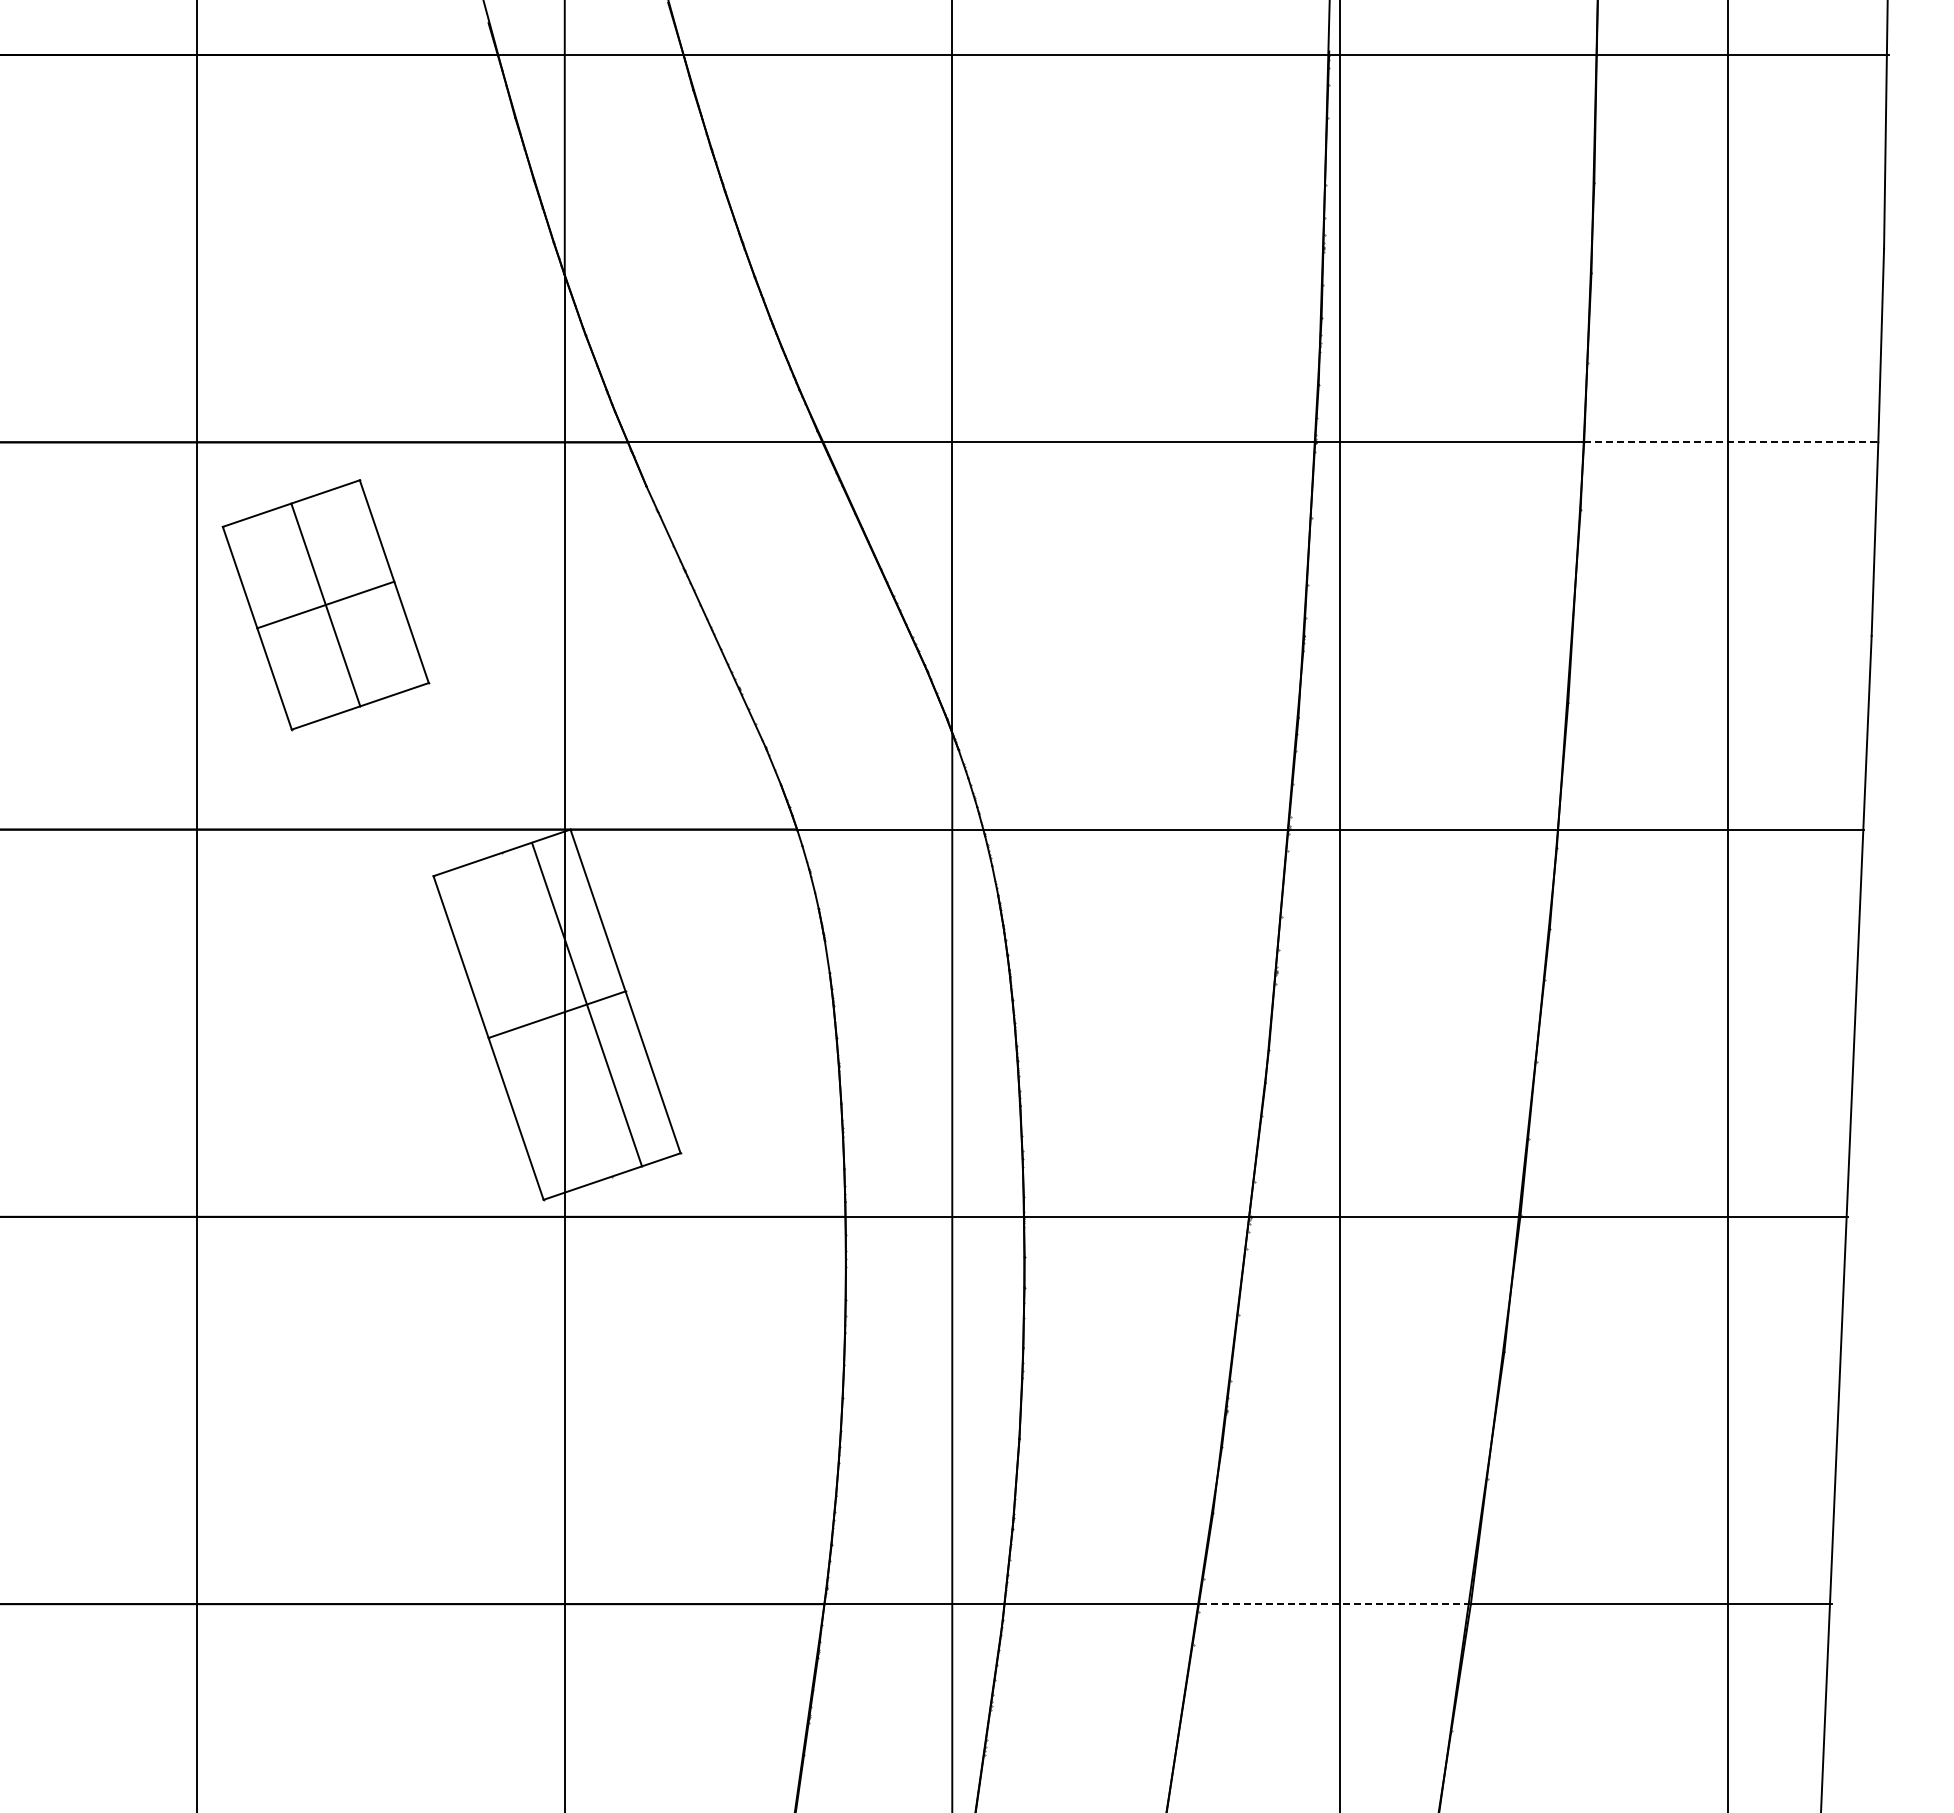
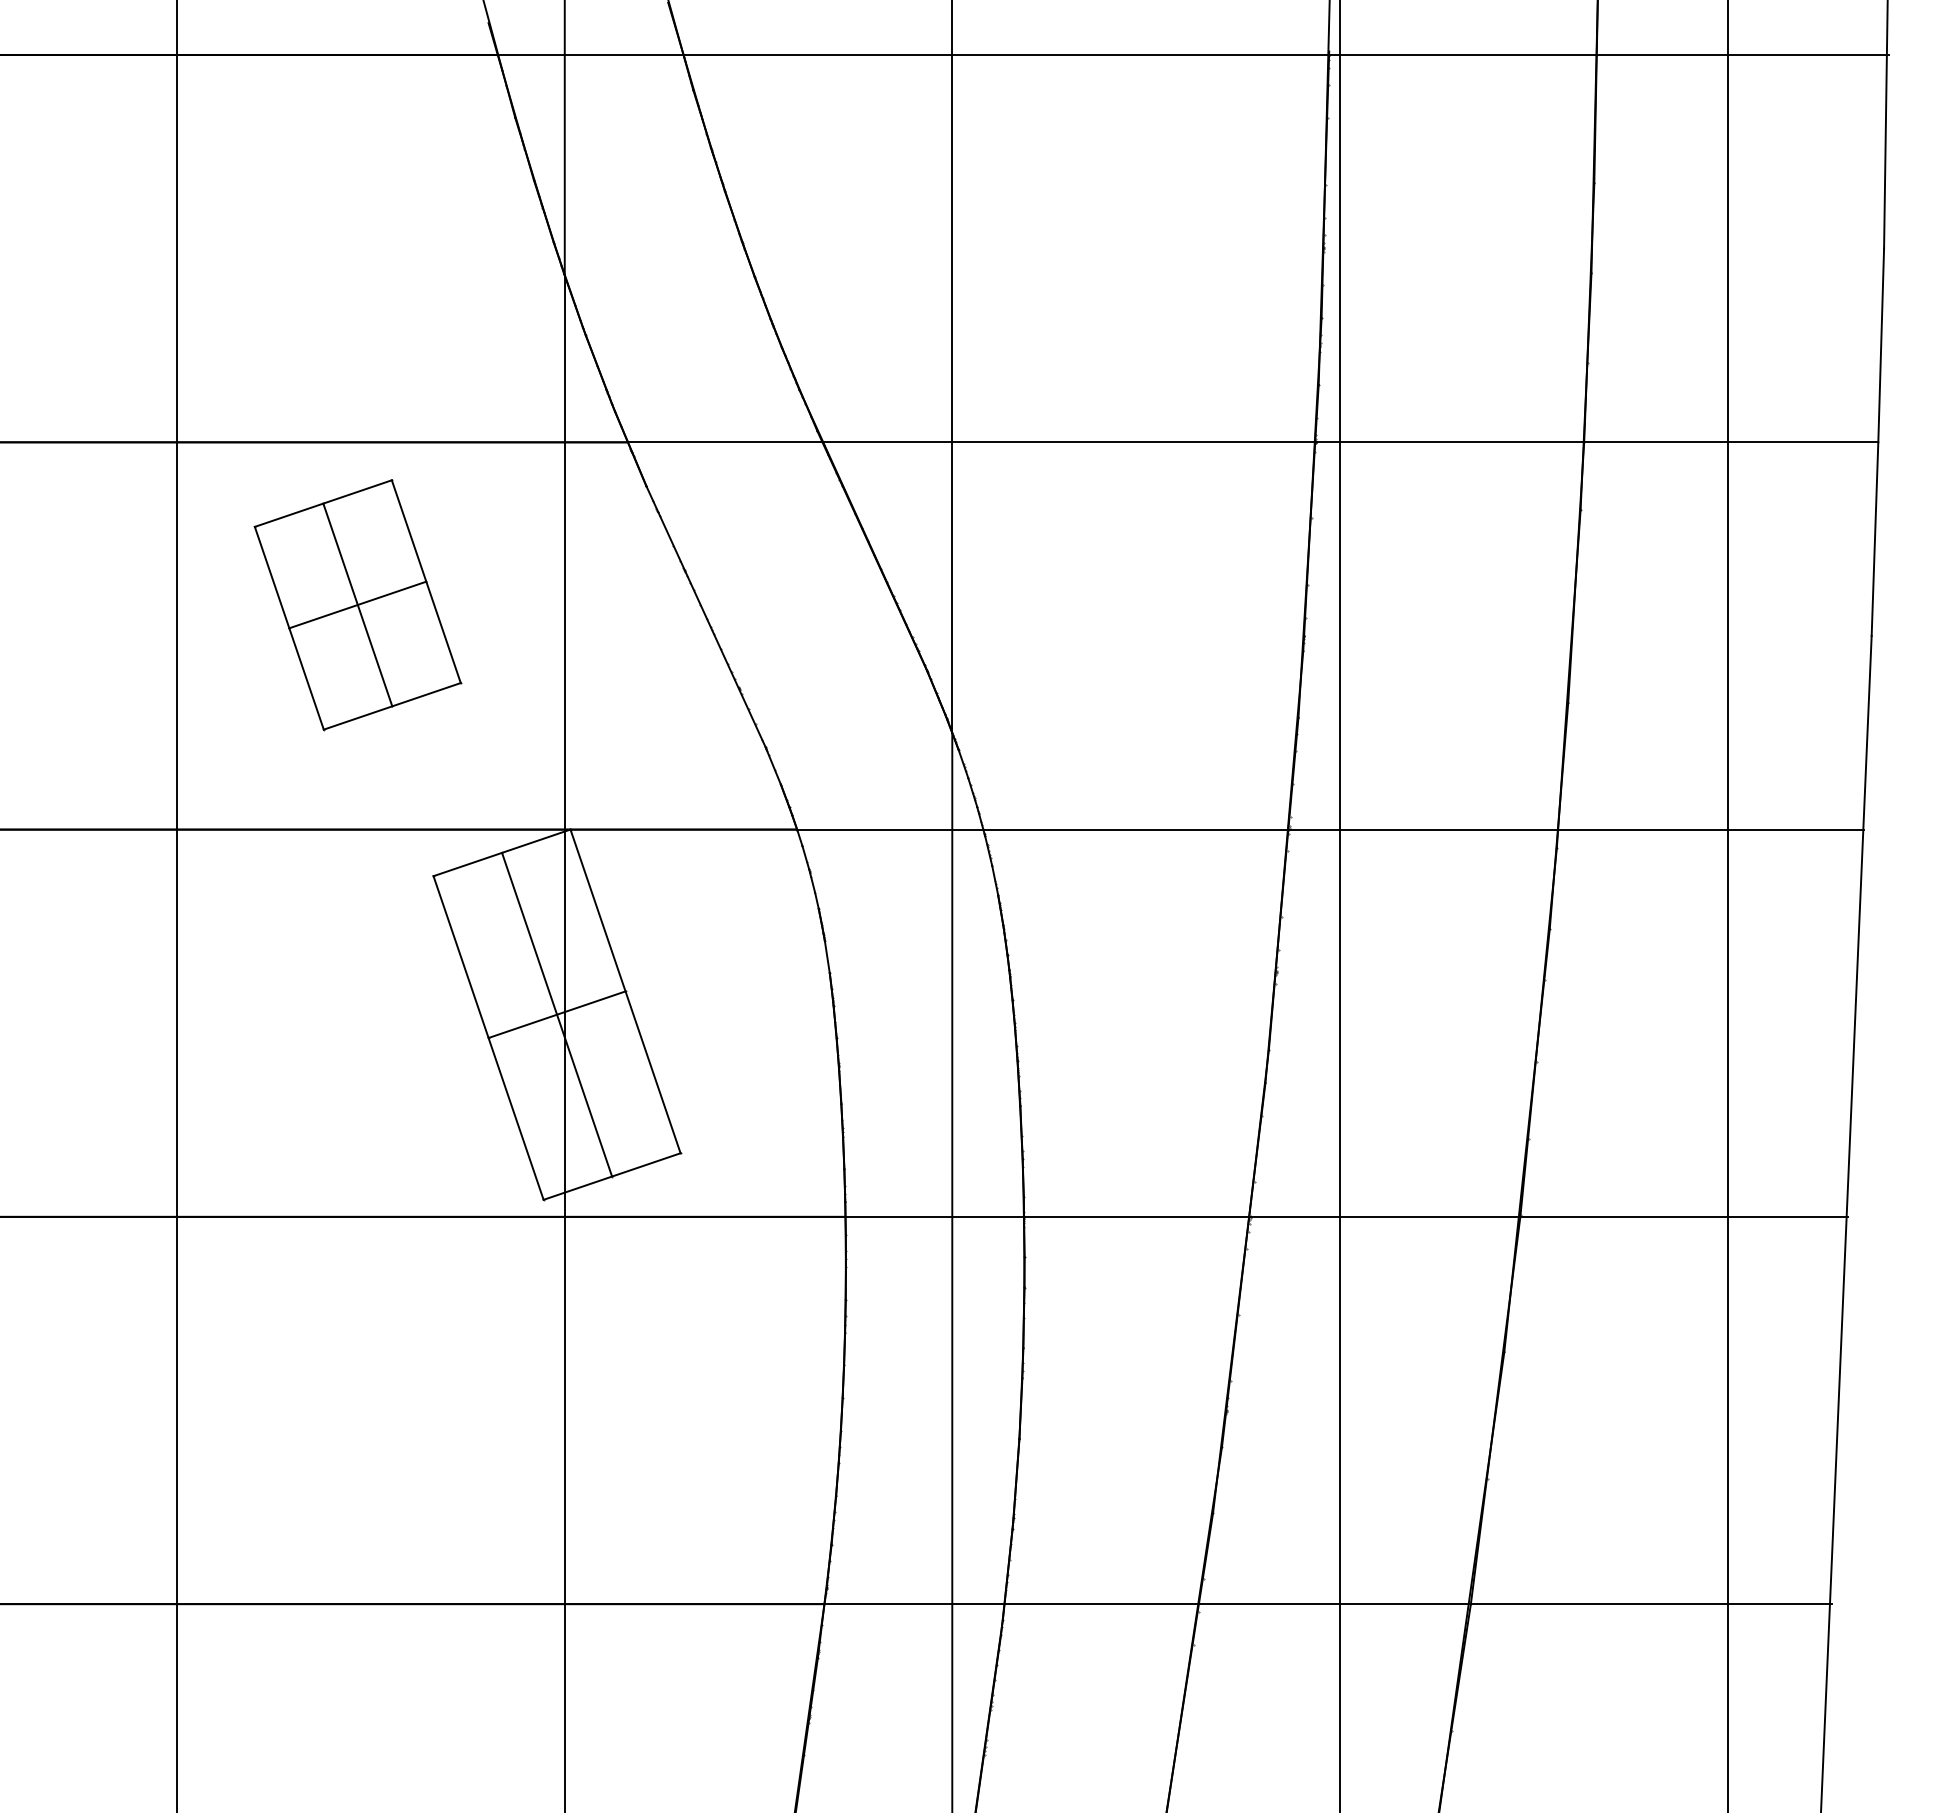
line at (1731, 442): dashed -> solid
part at (325, 605) position: (325, 605) -> (357, 605)
line at (197, 905) position: (197, 905) -> (177, 905)
line at (587, 1004) position: (587, 1004) -> (557, 1014)
line at (1336, 1604): dashed -> solid
